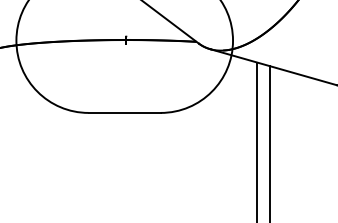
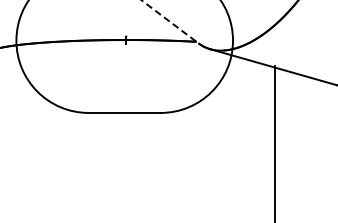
line at (170, 21): solid -> dashed
line at (257, 140): present -> none
line at (269, 142) position: (269, 142) -> (274, 142)
